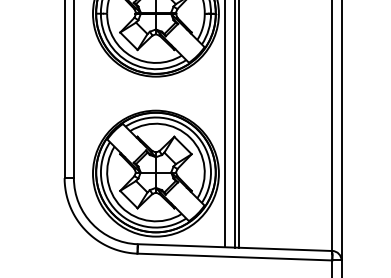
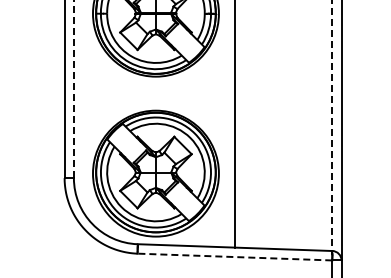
line at (73, 89): solid -> dashed
line at (225, 124): present -> none
line at (239, 124): present -> none
line at (332, 126): solid -> dashed
line at (234, 257): solid -> dashed
